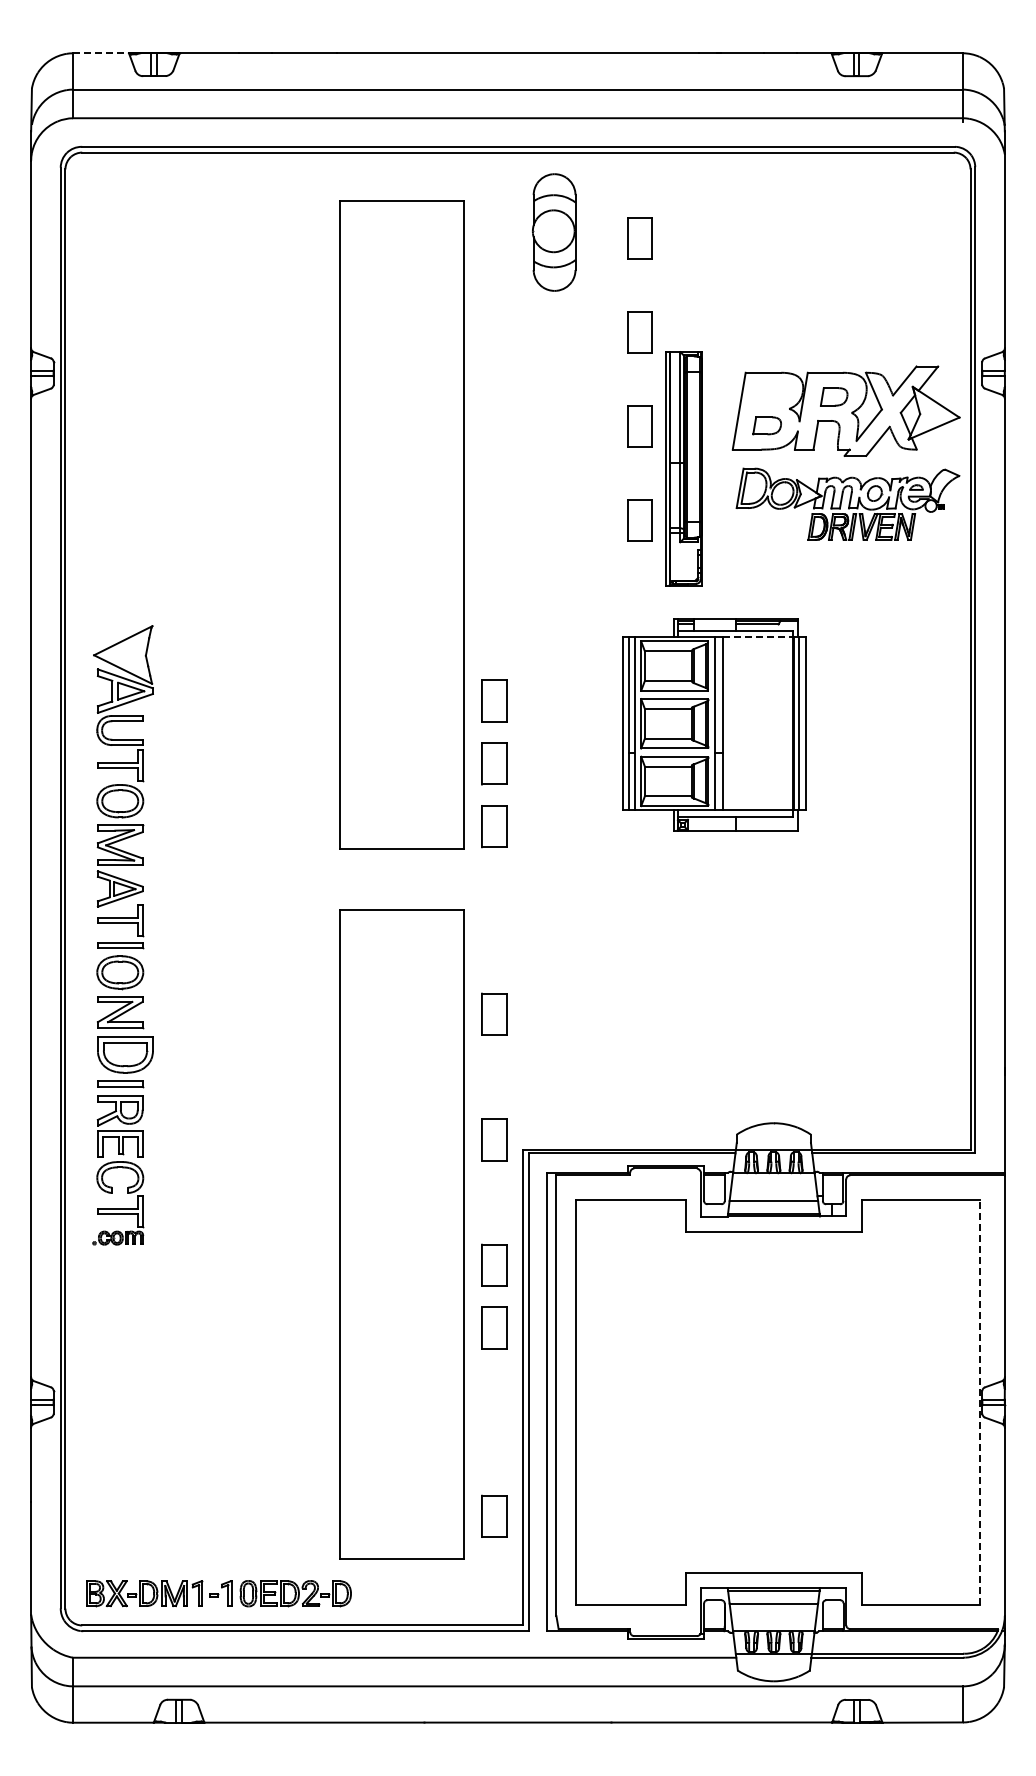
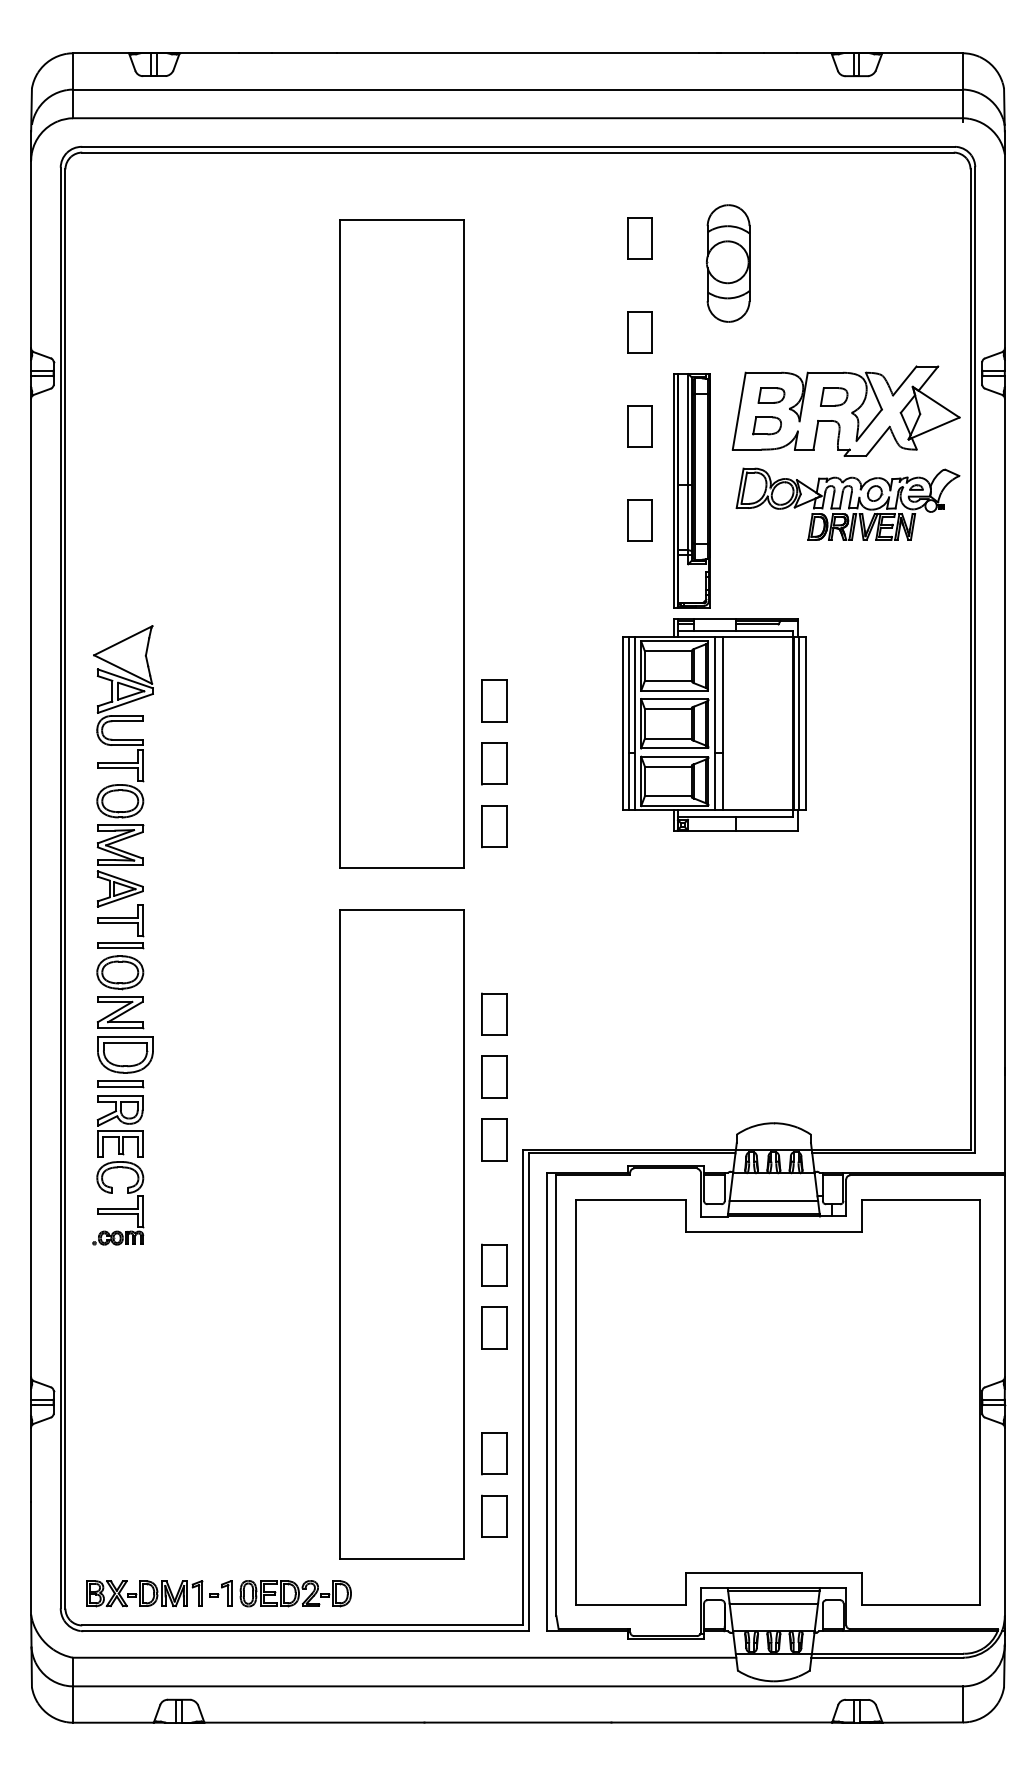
line at (101, 53): dashed -> solid
part at (554, 232) position: (554, 232) -> (728, 263)
part at (771, 395): none -> present
part at (683, 468) position: (683, 468) -> (691, 490)
part at (401, 524) position: (401, 524) -> (401, 543)
line at (758, 637): dashed -> solid
part at (494, 1076): none -> present
line at (980, 1402): dashed -> solid
part at (494, 1453): none -> present
